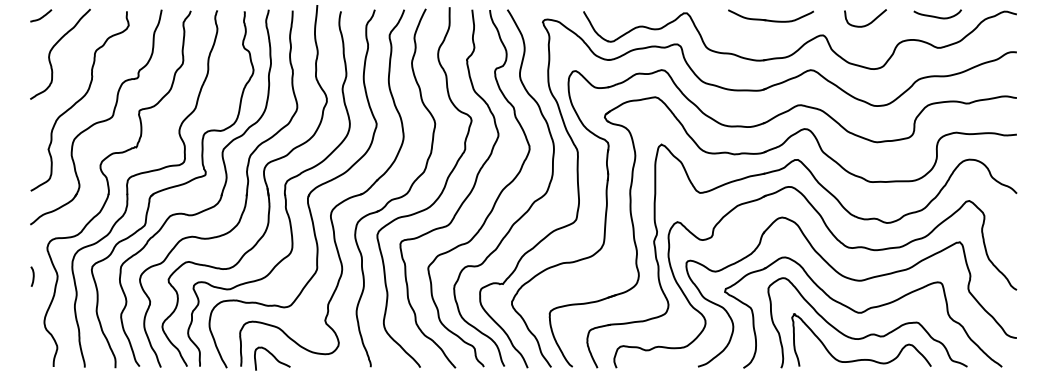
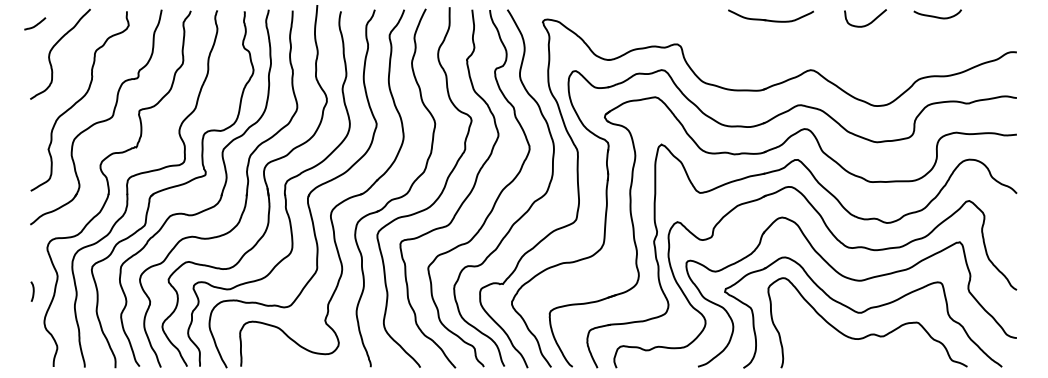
curve at (41, 16) position: (41, 16) -> (35, 24)
part at (799, 39): present -> none
curve at (32, 276) position: (32, 276) -> (32, 291)
curve at (273, 357): present -> none
curve at (861, 359): present -> none
